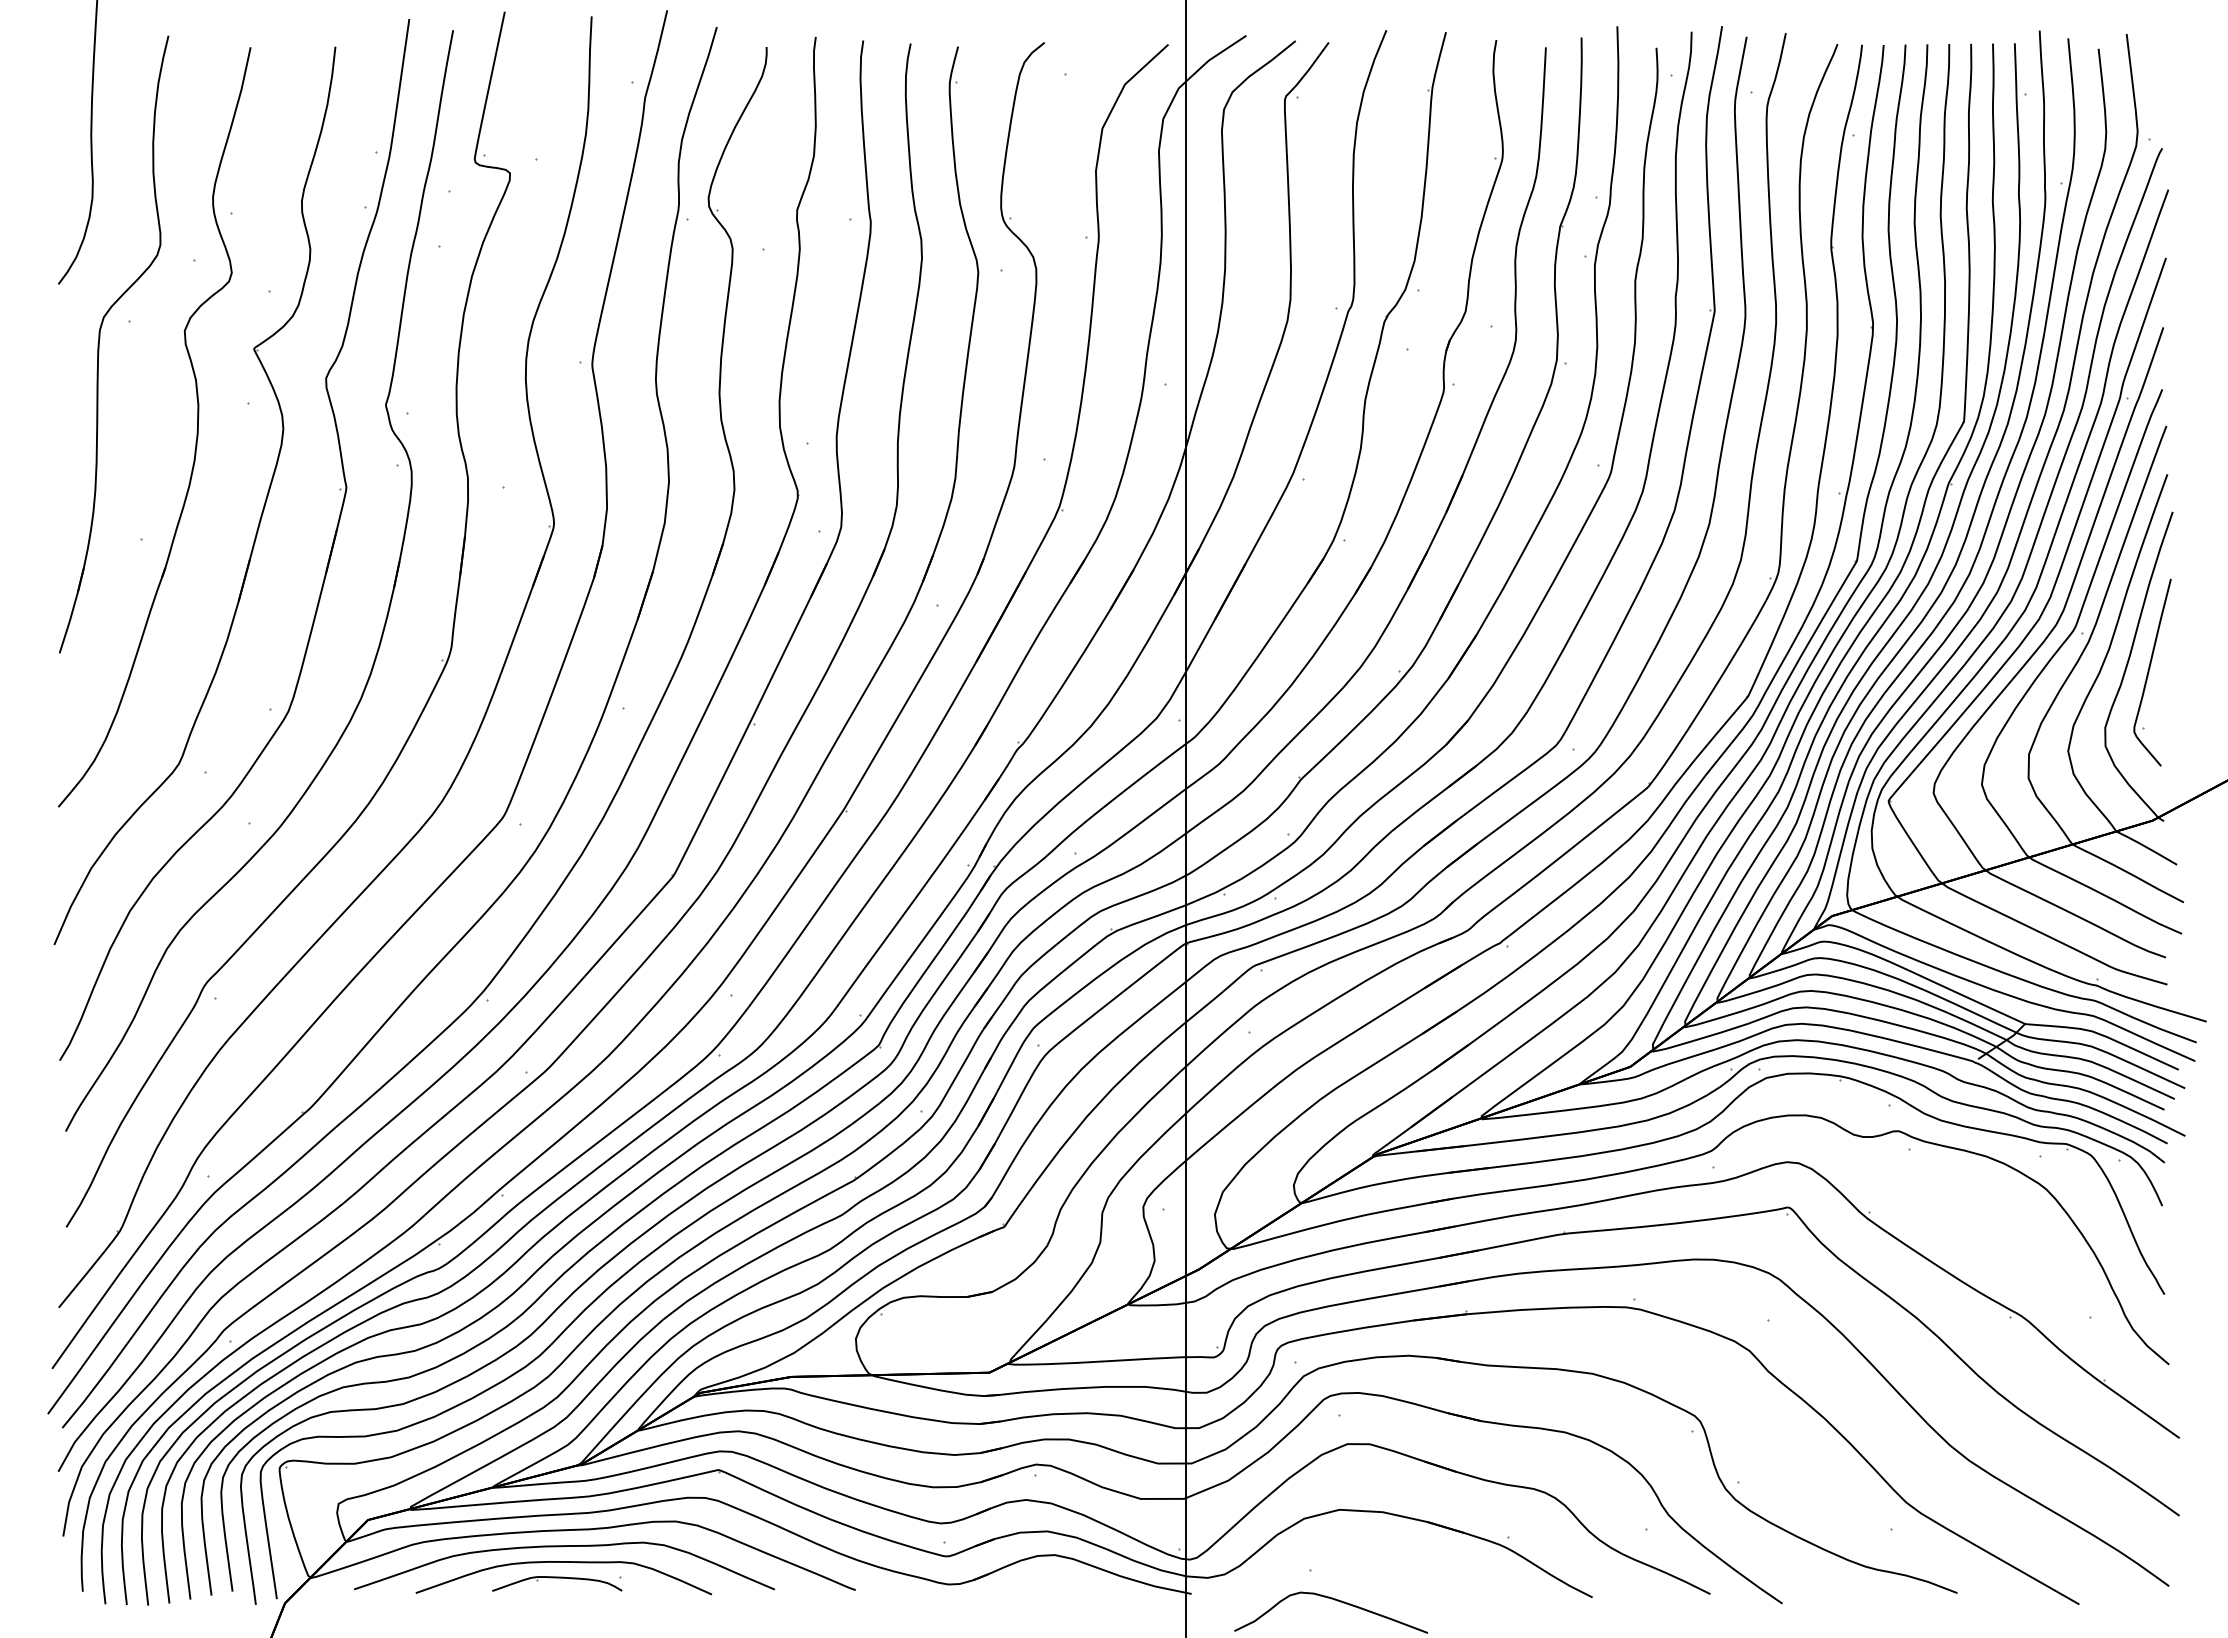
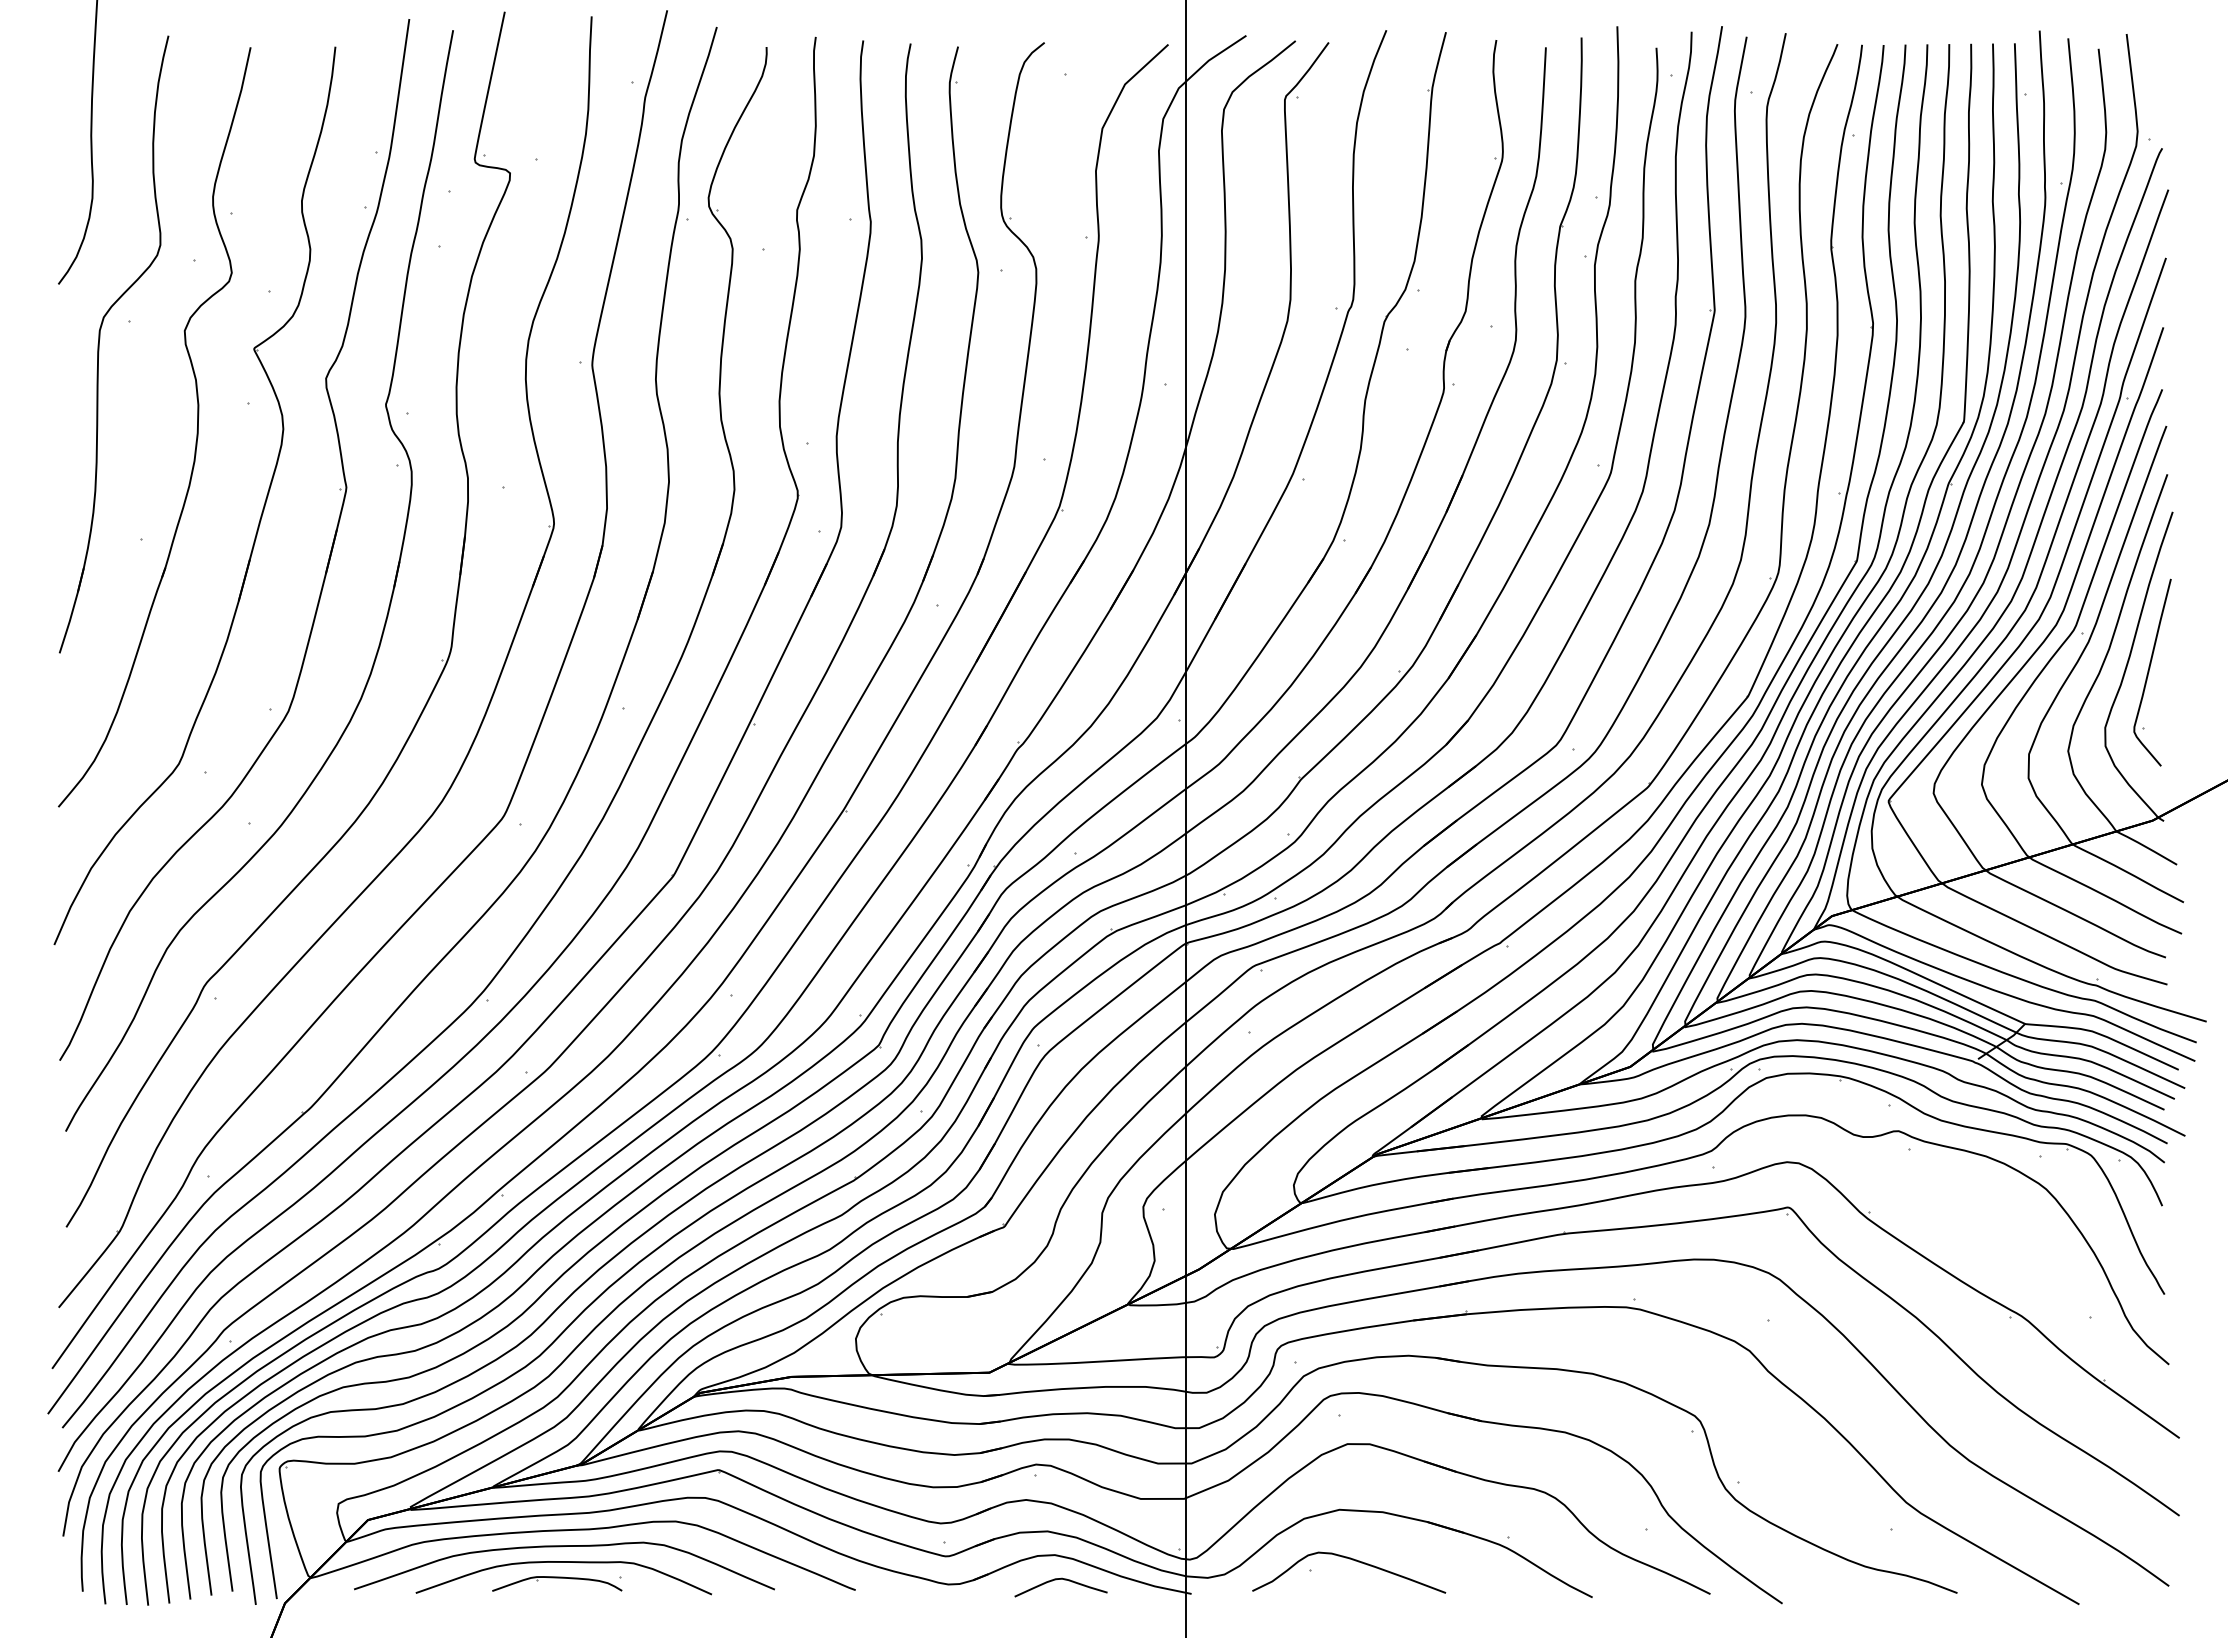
curve at (1060, 1579): none -> present
curve at (1334, 1600) position: (1334, 1600) -> (1352, 1560)
